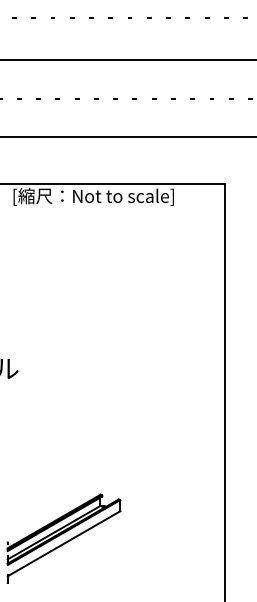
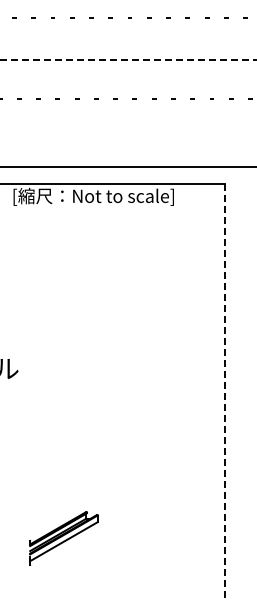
line at (128, 60): solid -> dashed
line at (127, 137) position: (127, 137) -> (127, 167)
line at (224, 392): solid -> dashed
part at (63, 538) size: 116x91 px -> 70x55 px
